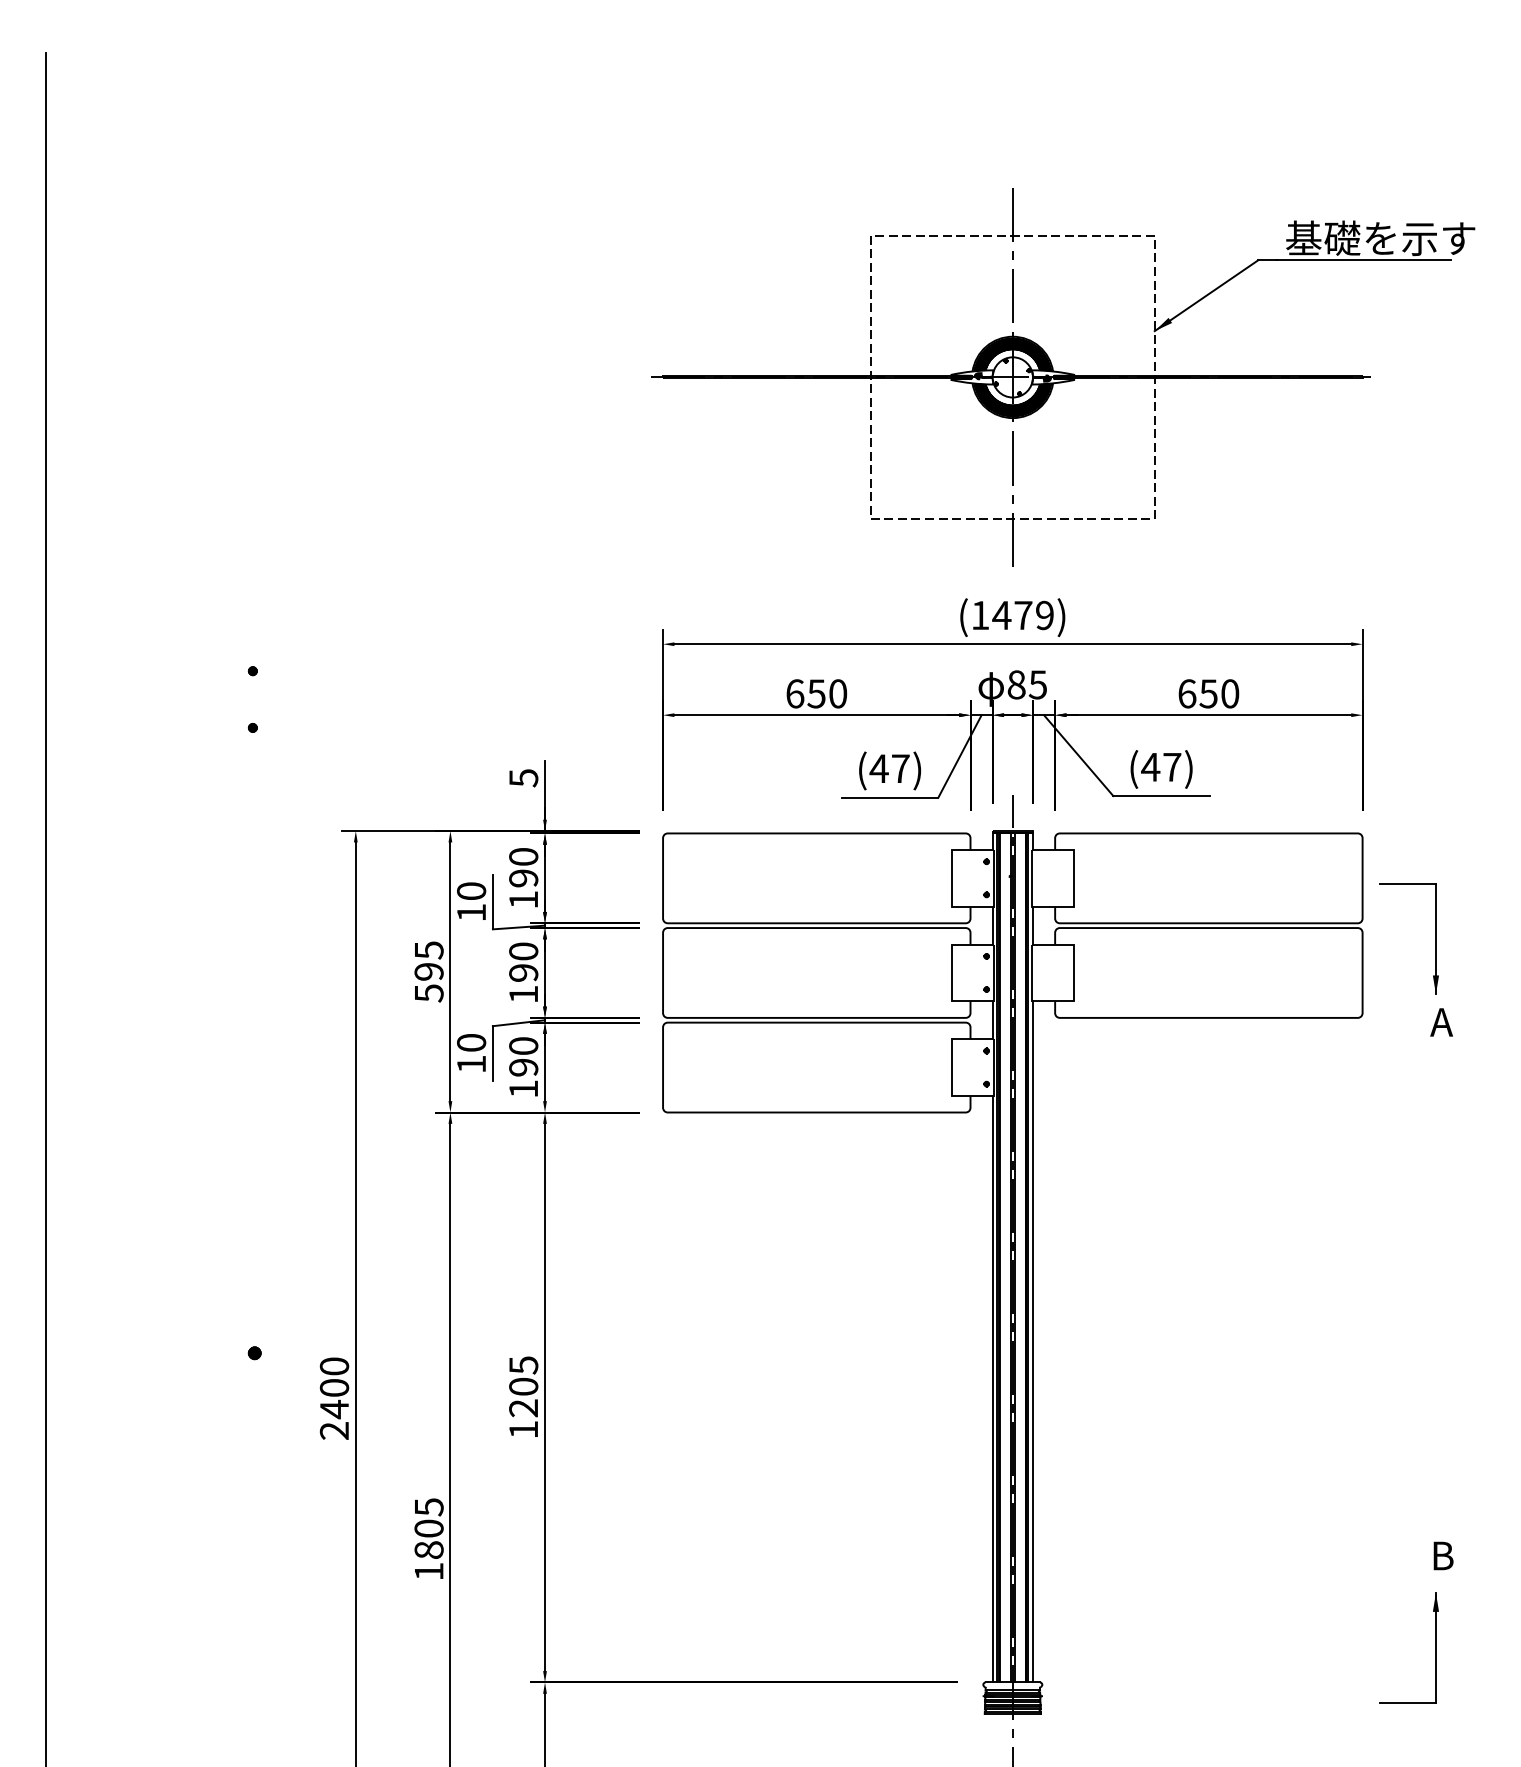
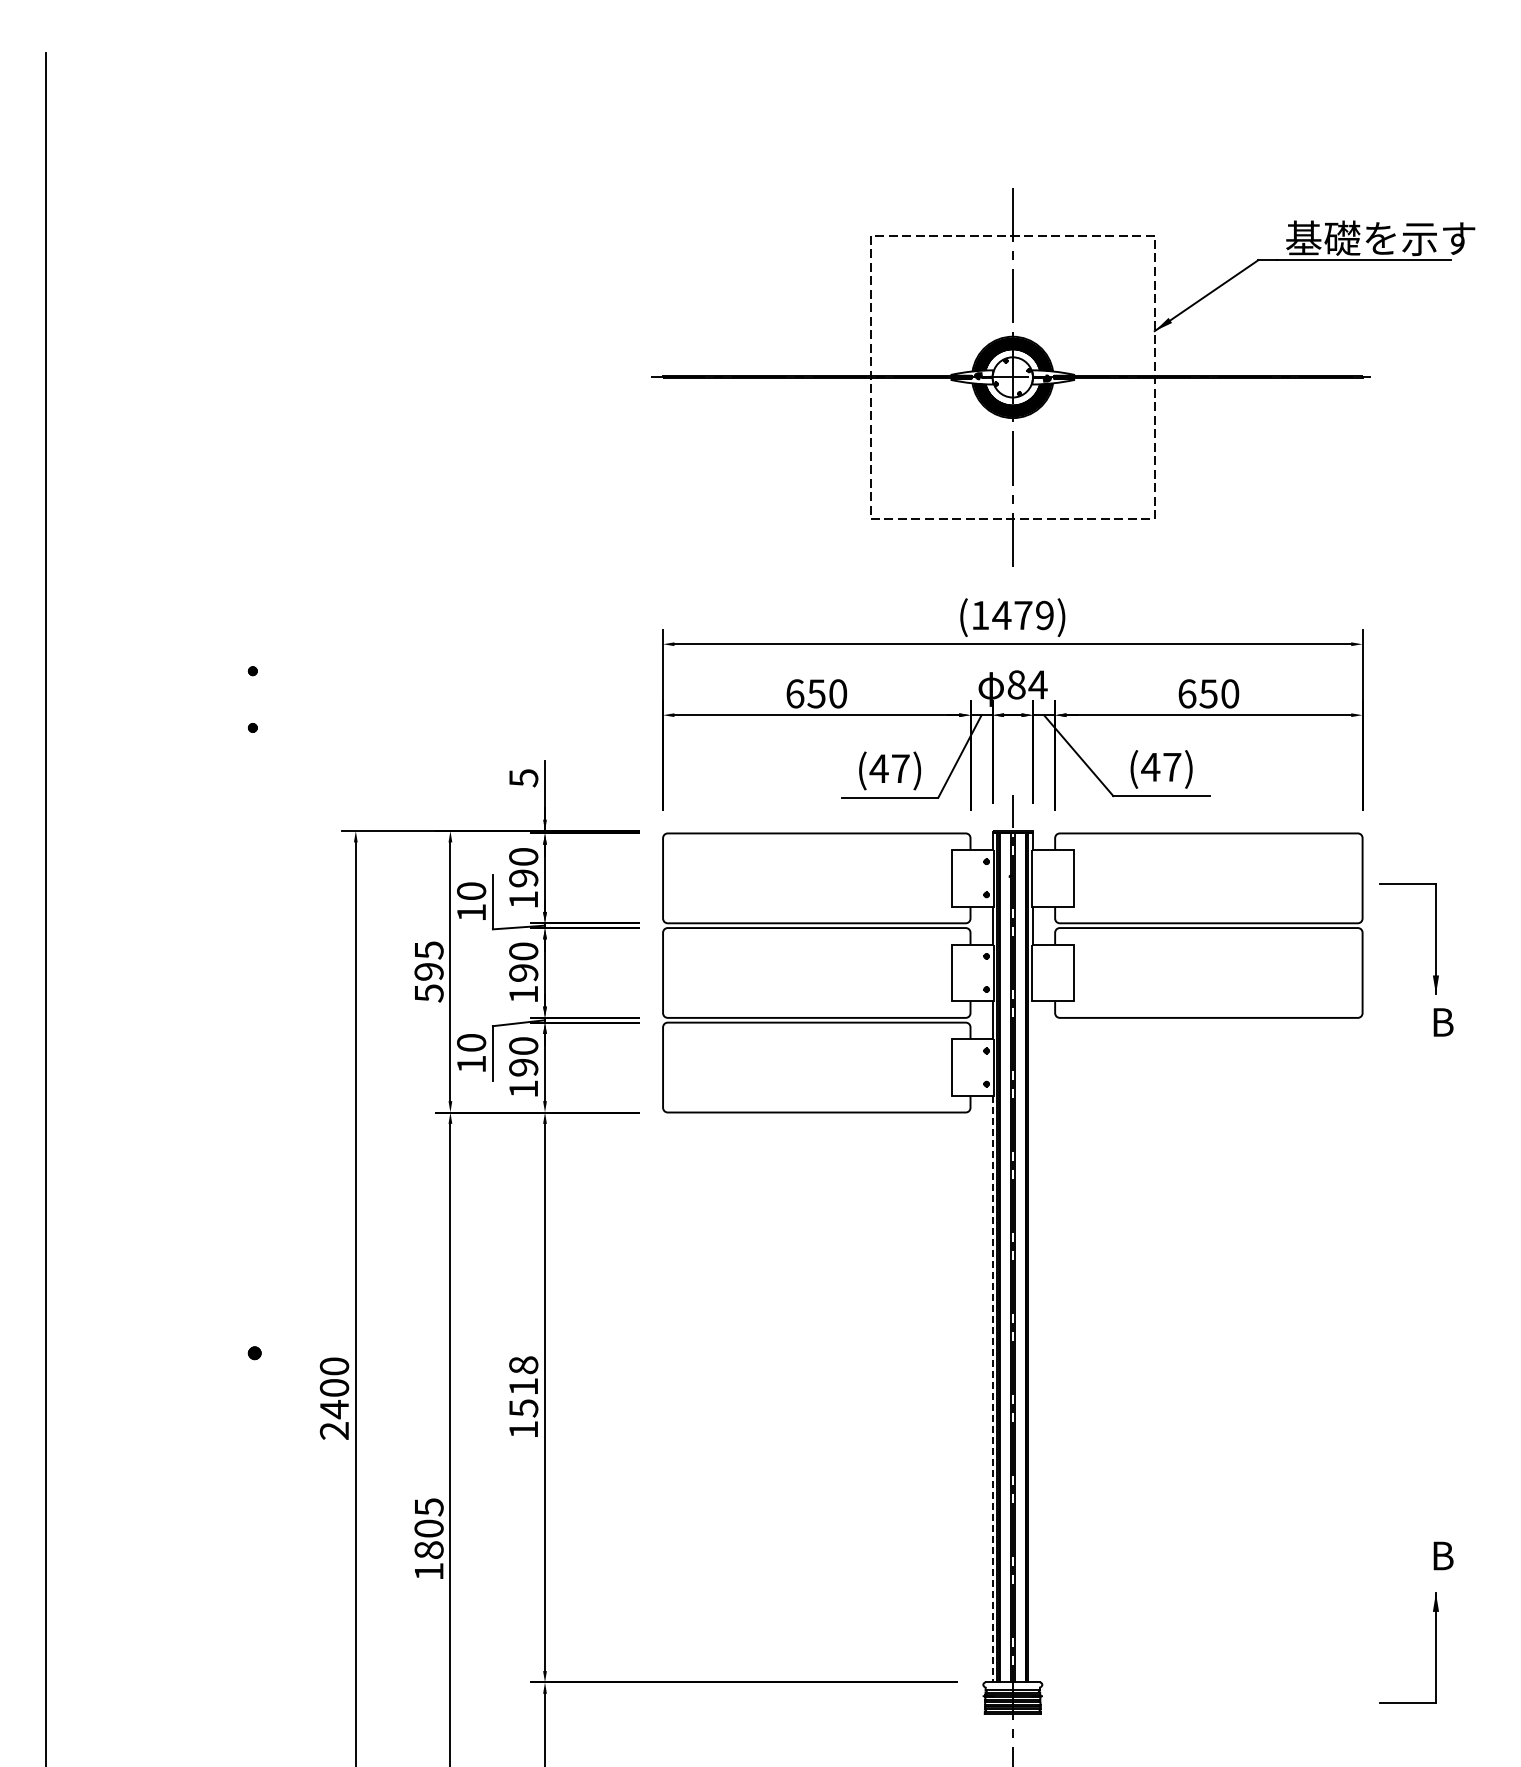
text at (1037, 684): 85 -> 84
text at (1441, 1022): A -> B
line at (1032, 1341): present -> none
text at (523, 1386): 1205 -> 1518
line at (992, 1389): solid -> dashed
